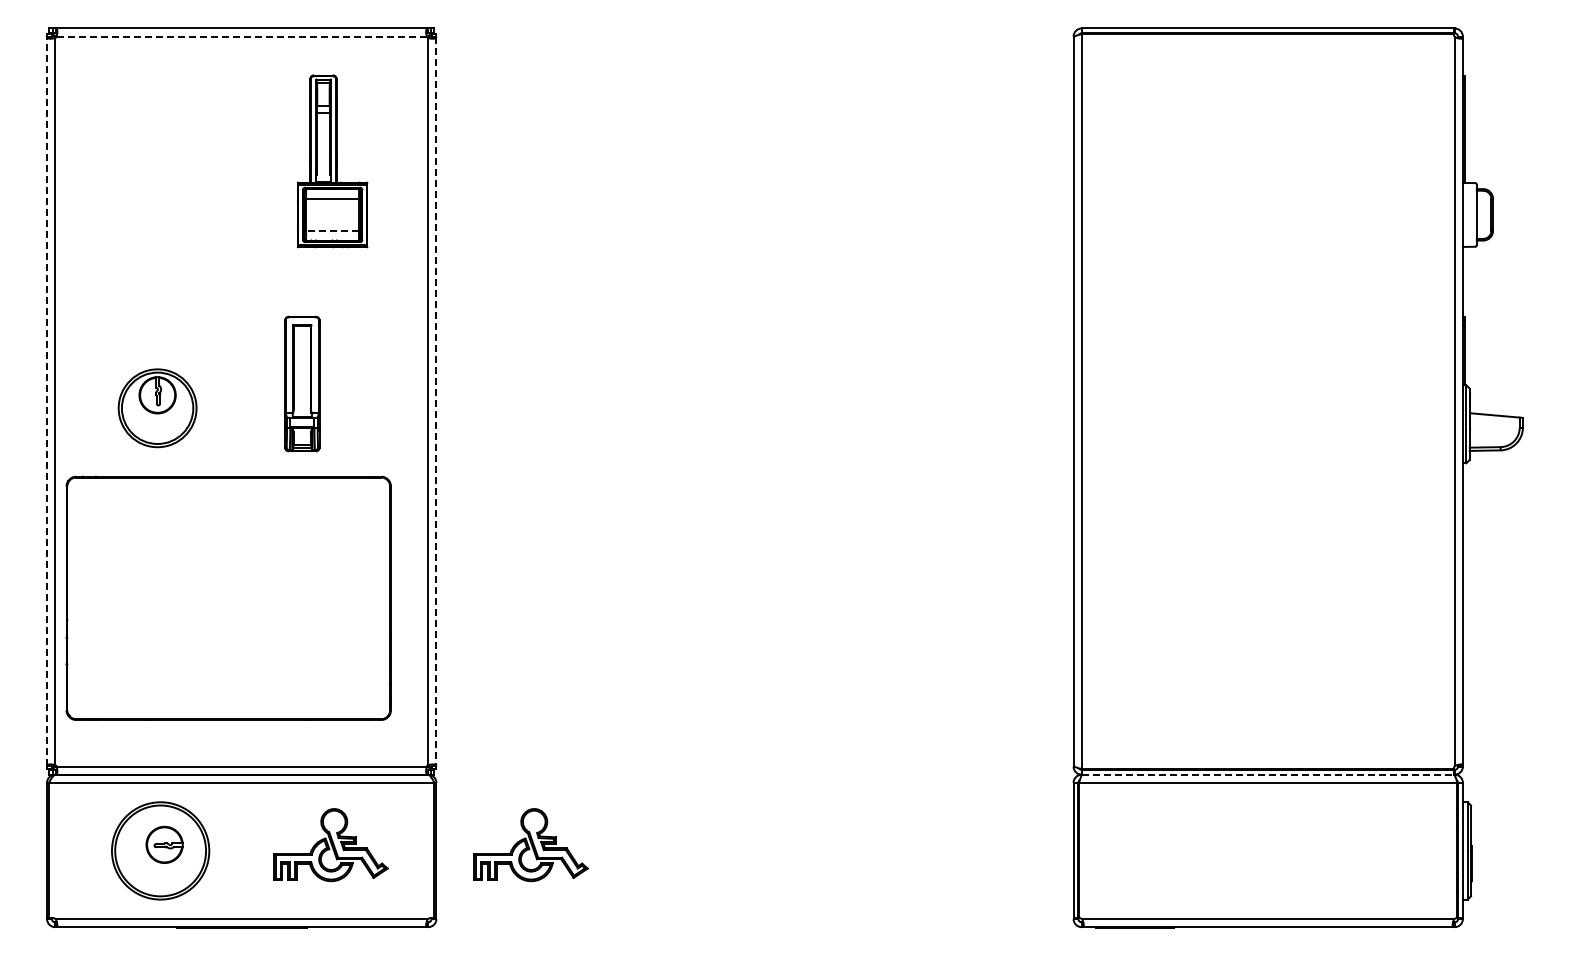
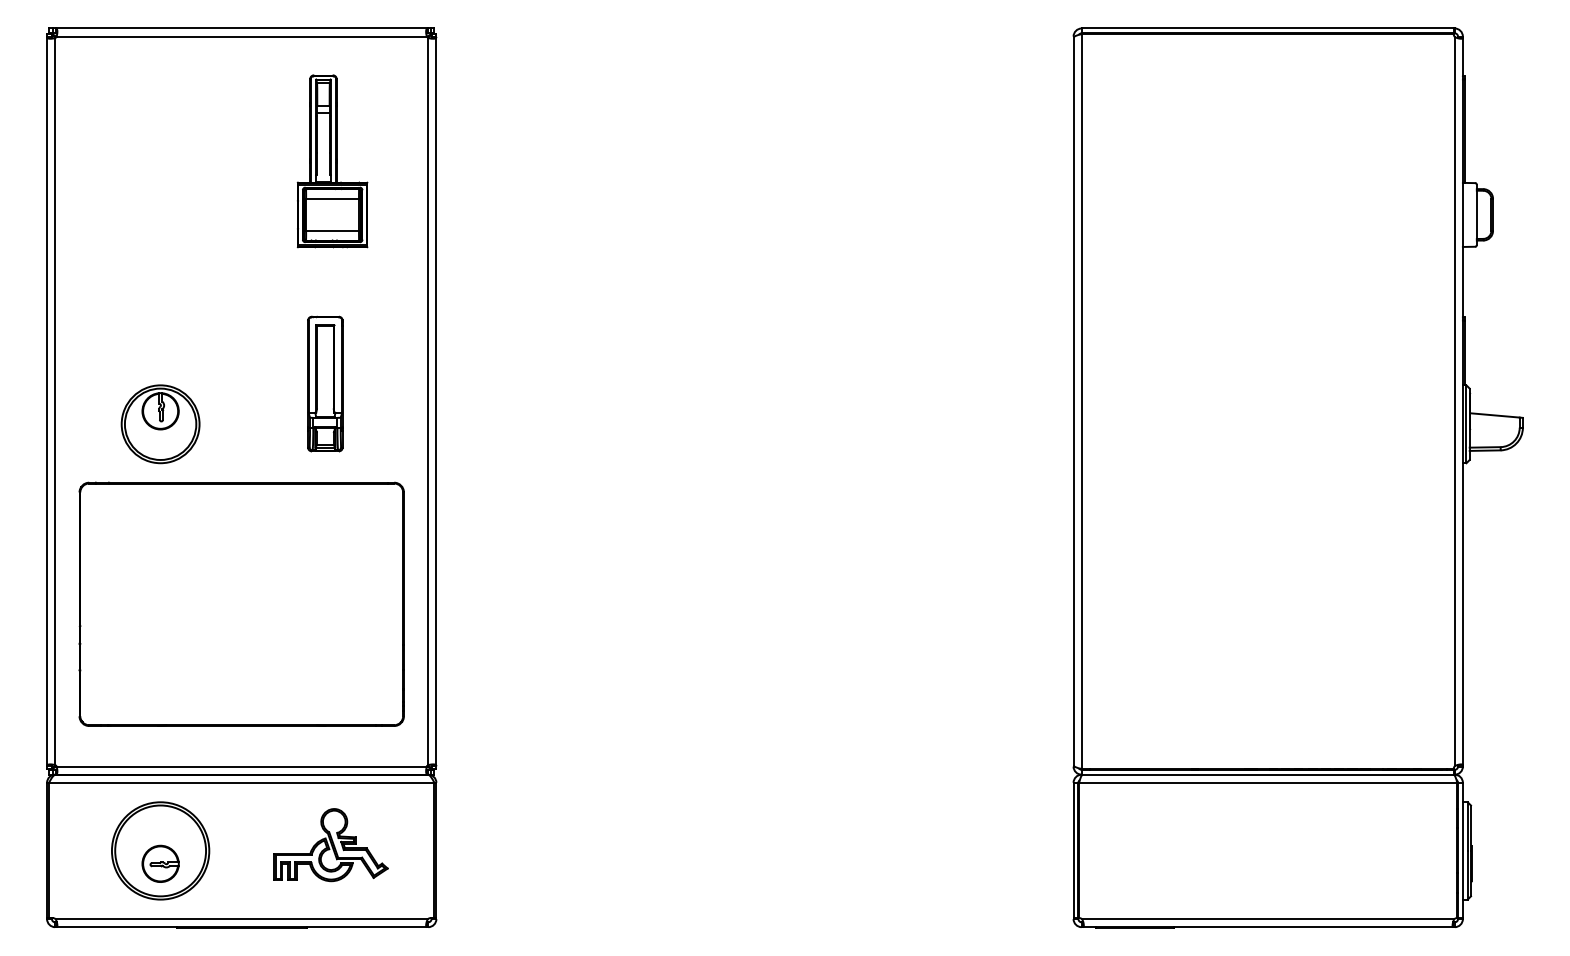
line at (242, 36): dashed -> solid
line at (332, 230): dashed -> solid
part at (302, 383) position: (302, 383) -> (325, 383)
line at (47, 401): dashed -> solid
line at (436, 401): dashed -> solid
part at (157, 408) position: (157, 408) -> (160, 424)
part at (228, 597) position: (228, 597) -> (241, 603)
line at (1268, 774): dashed -> solid
part at (164, 844) position: (164, 844) -> (160, 863)
part at (530, 845): present -> none
